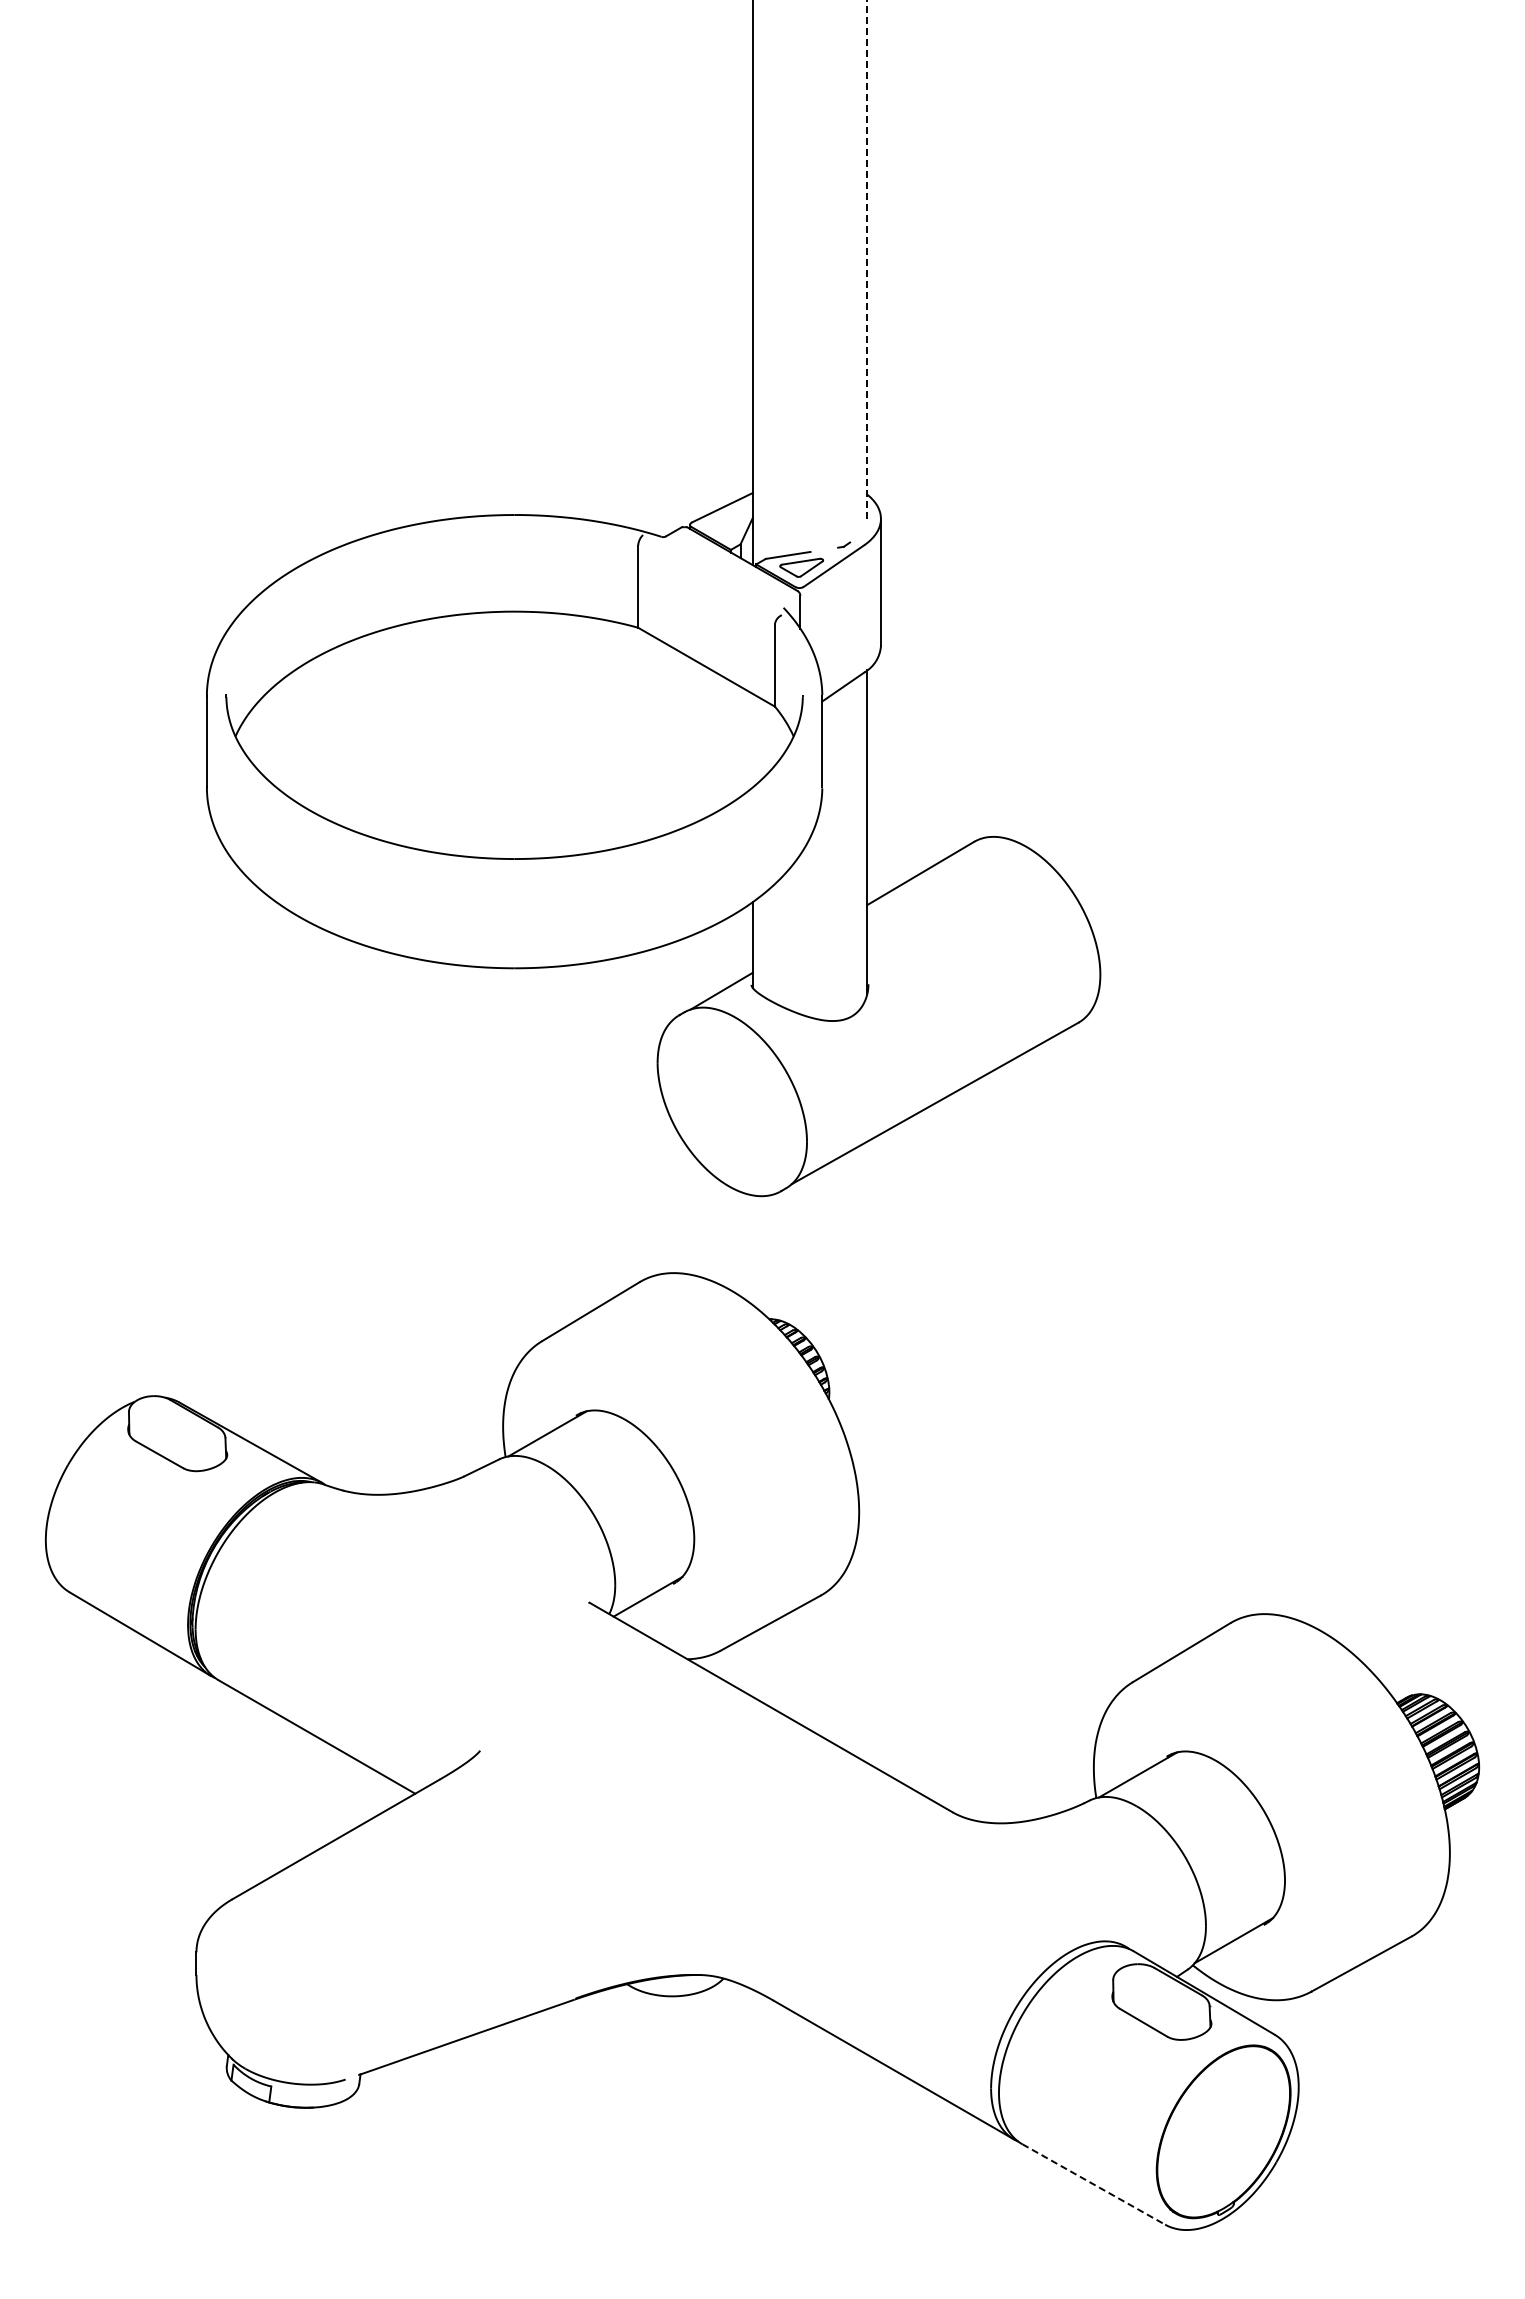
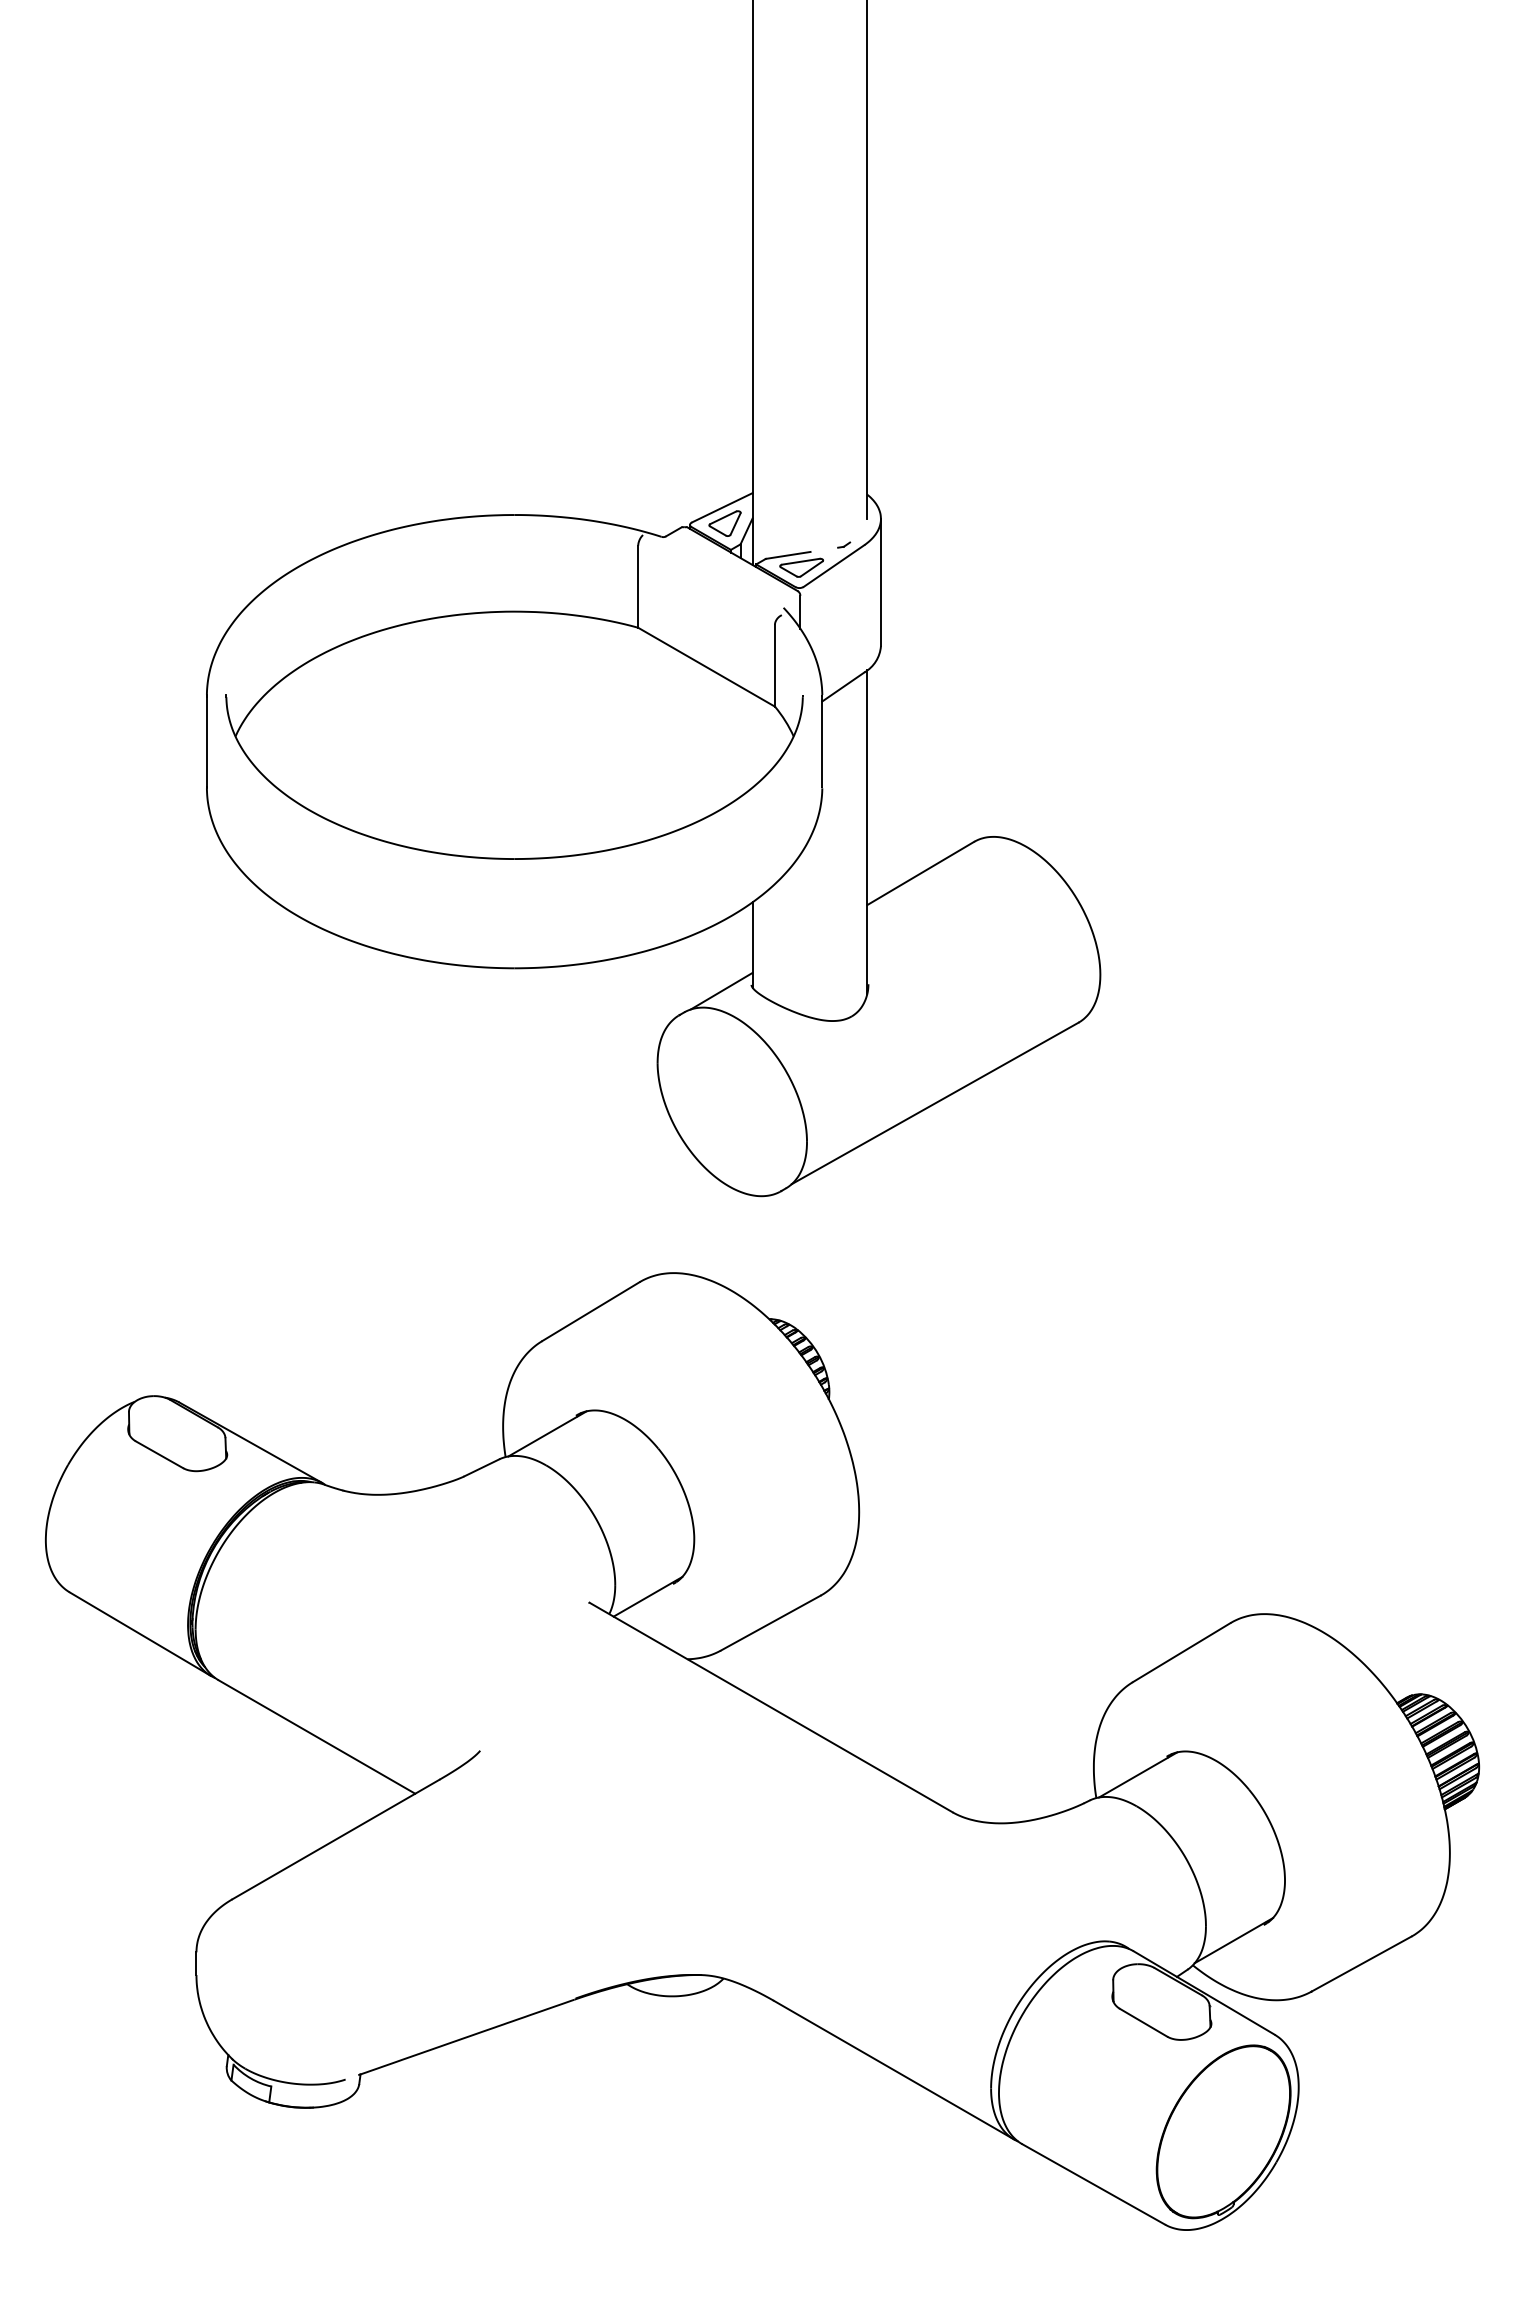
line at (867, 258): dashed -> solid
part at (724, 523): none -> present
line at (1093, 2184): dashed -> solid
